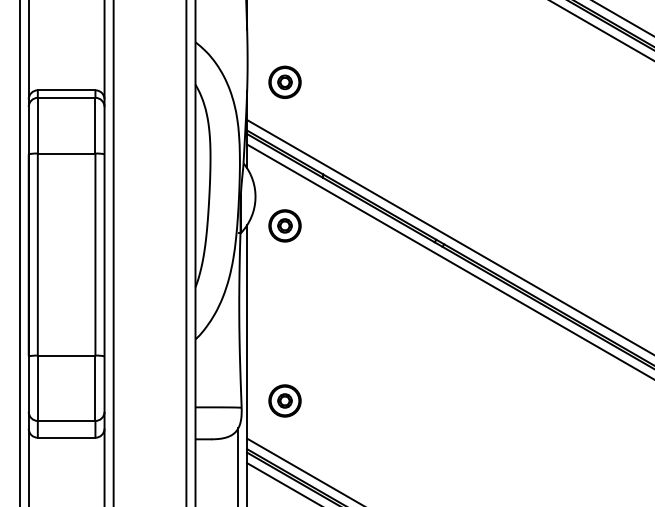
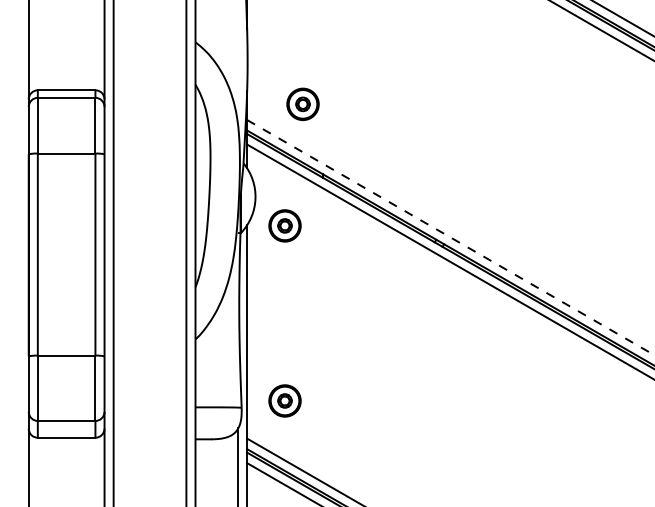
part at (284, 81) position: (284, 81) -> (302, 103)
line at (451, 237): solid -> dashed
line at (19, 252): present -> none
